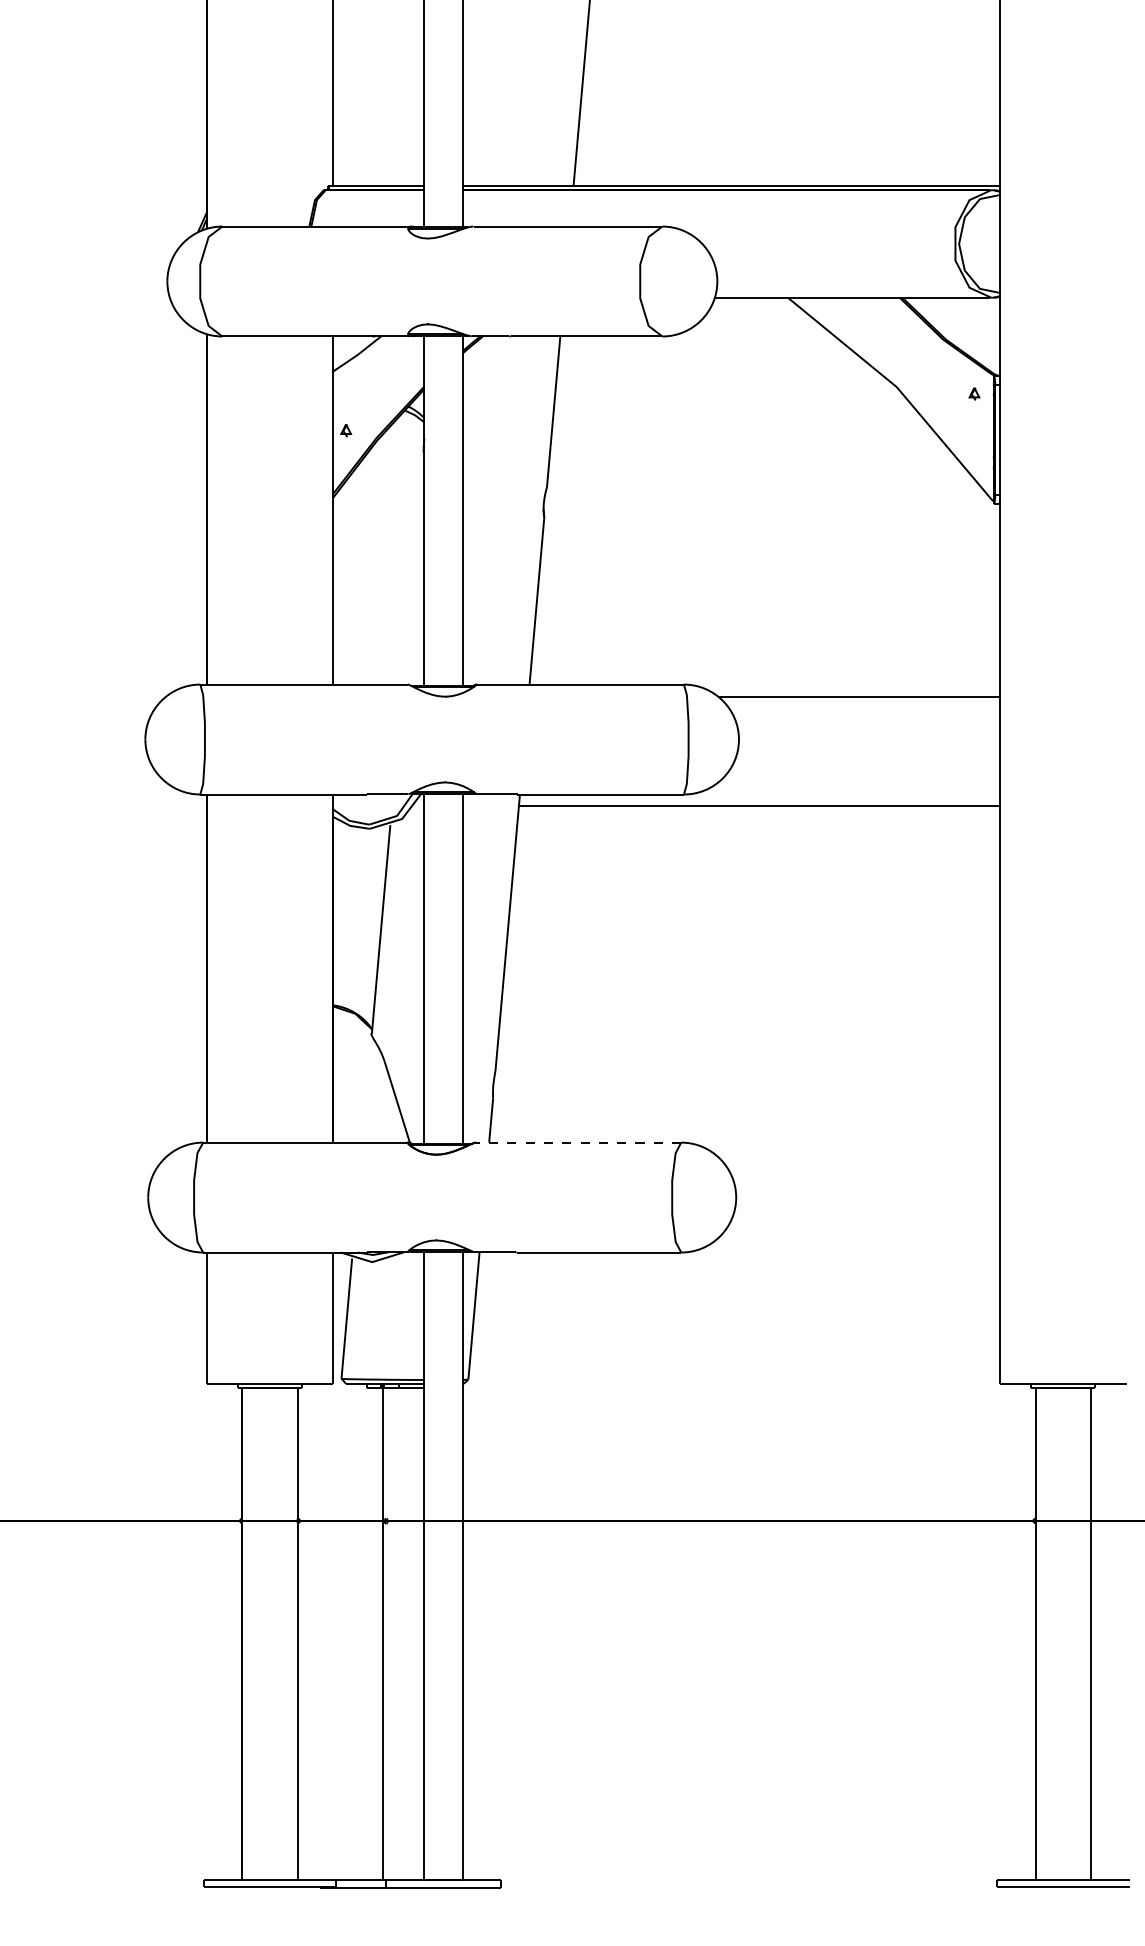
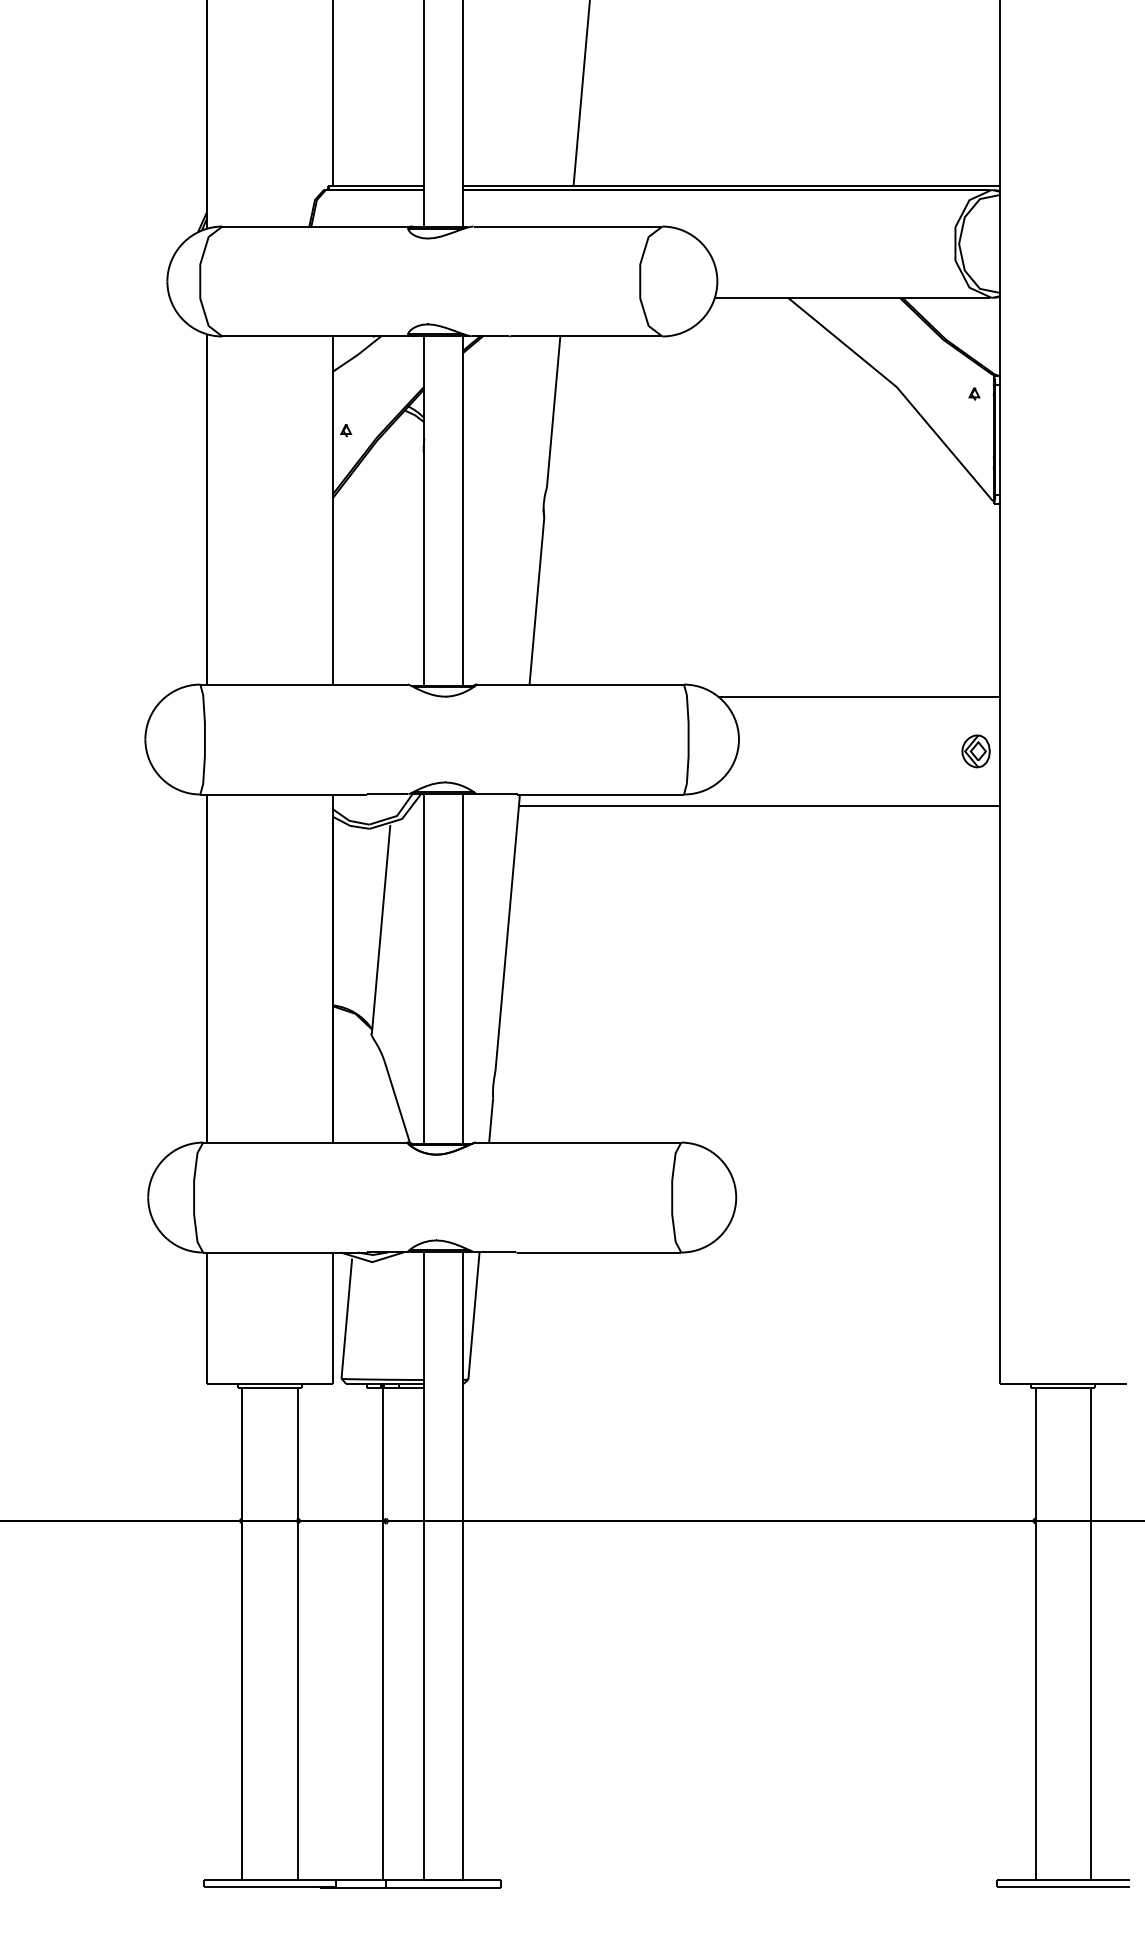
part at (975, 751): none -> present
line at (578, 1142): dashed -> solid
